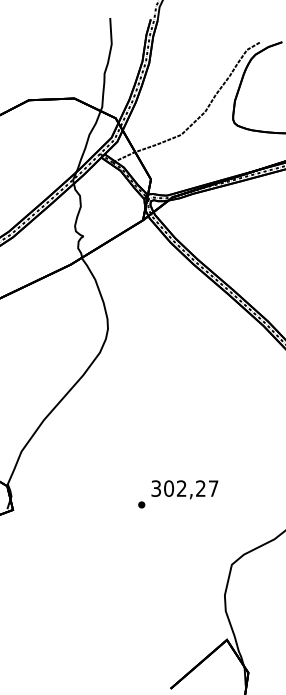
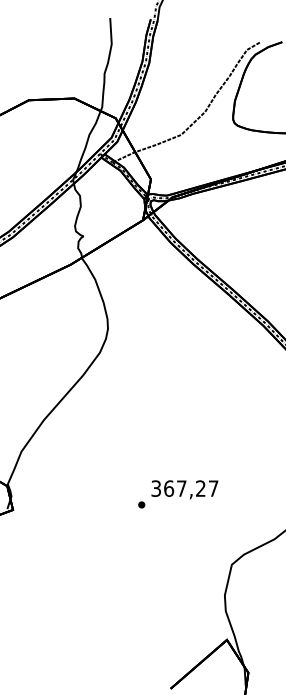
text at (175, 488): 302,27 -> 367,27
